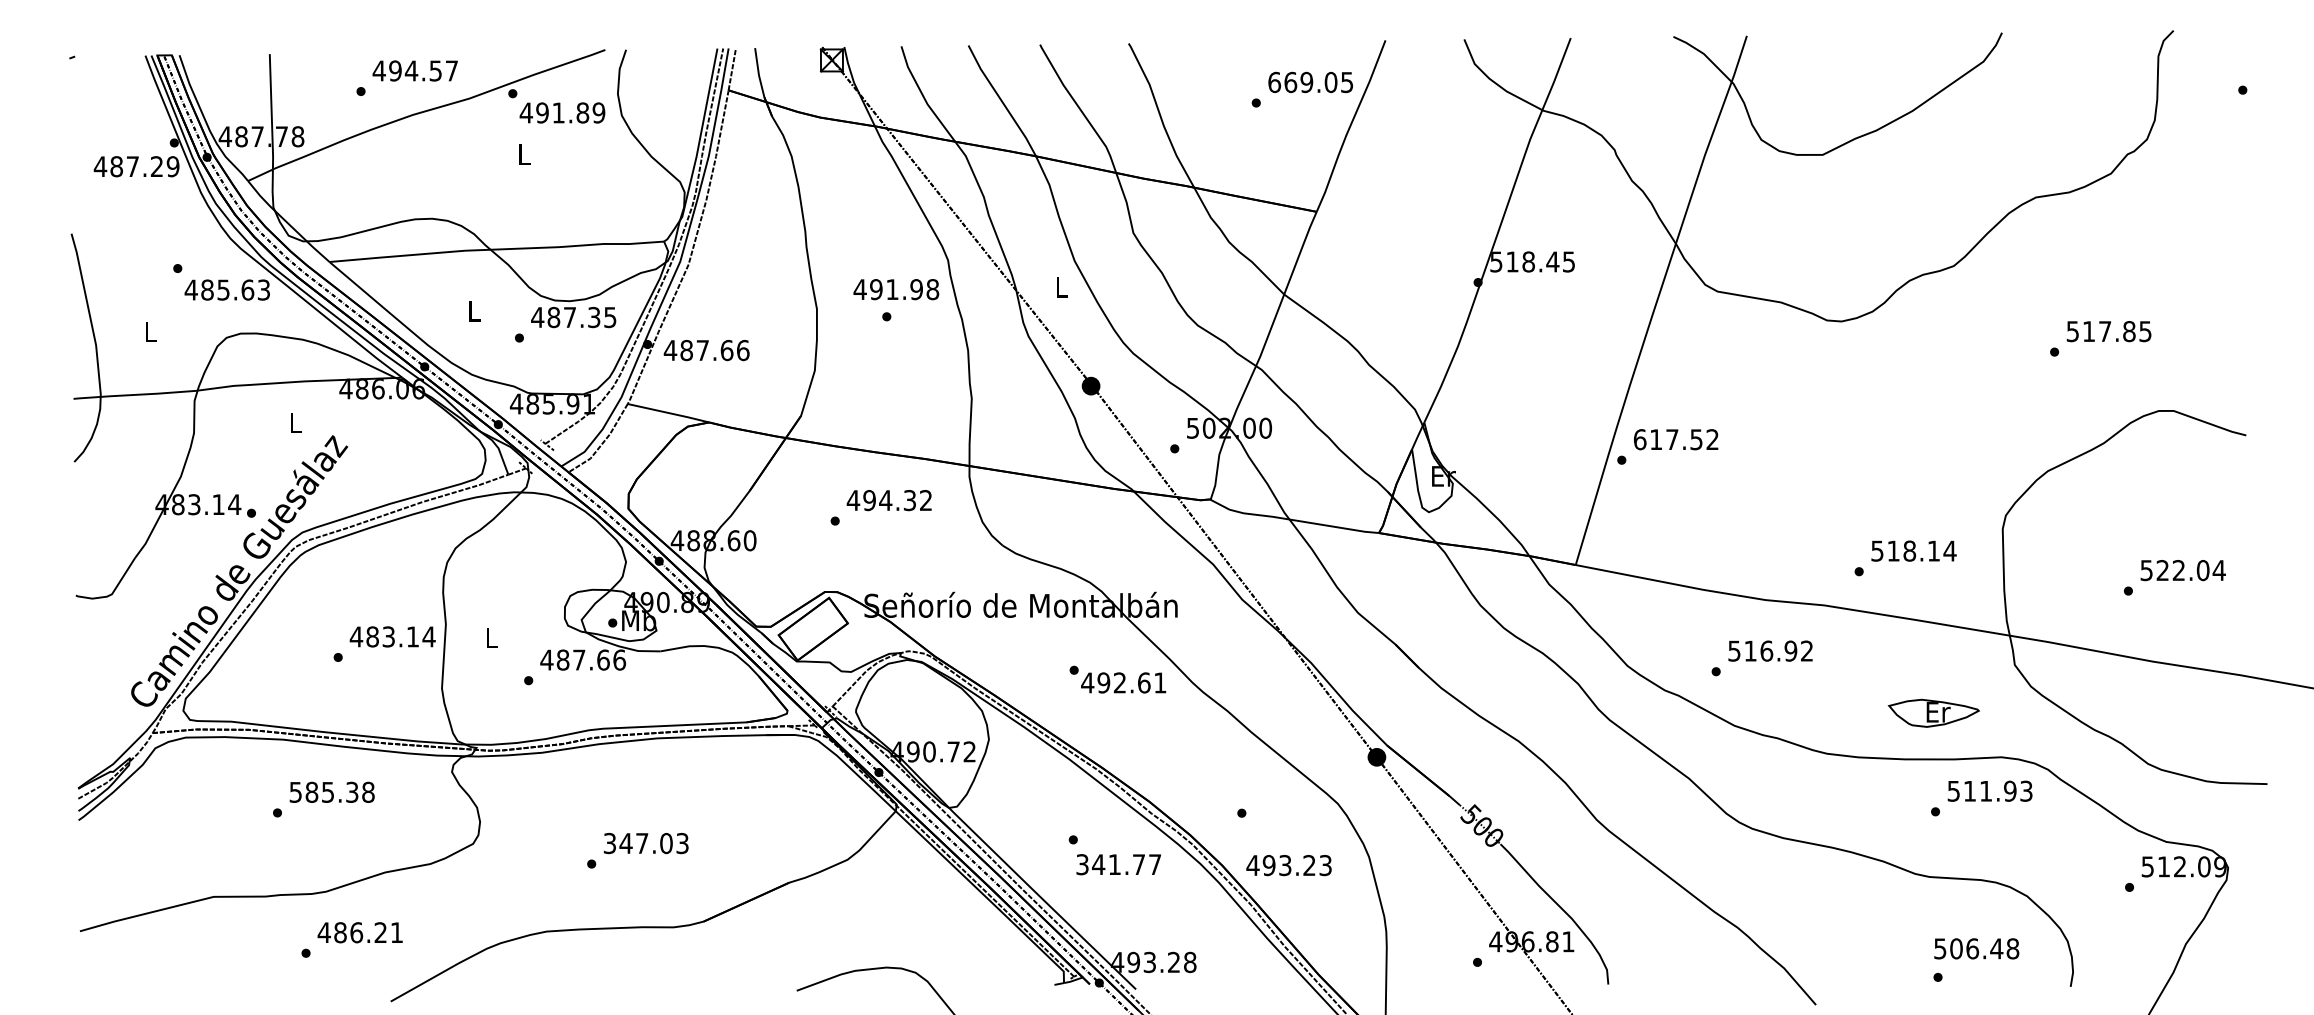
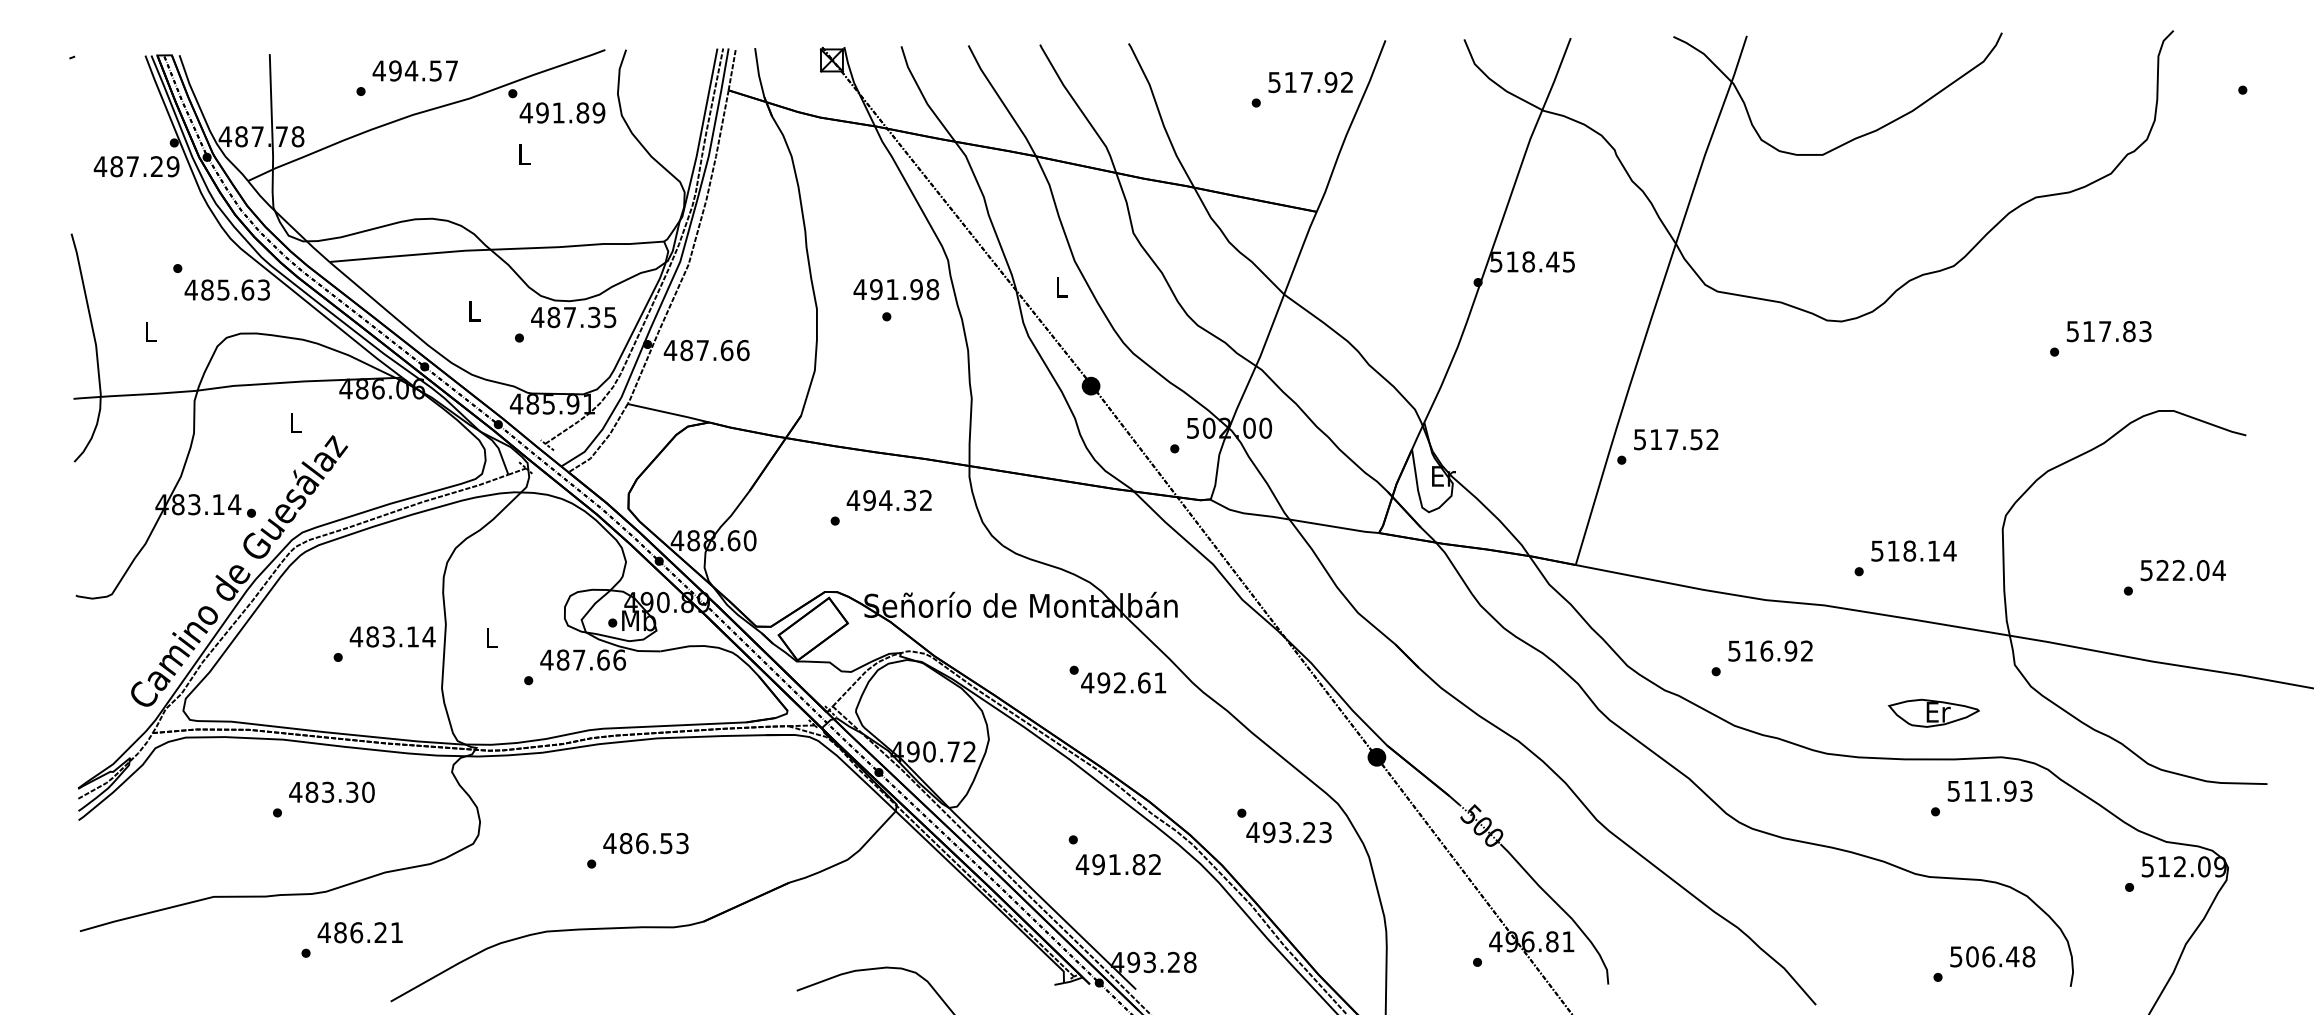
text at (1310, 82): 669.05 -> 517.92
text at (2145, 331): 517.85 -> 517.83
text at (1639, 439): 617.52 -> 517.52
text at (331, 791): 585.38 -> 483.30
text at (637, 843): 347.03 -> 486.53
text at (1118, 864): 341.77 -> 491.82
text at (1288, 865) position: (1288, 865) -> (1288, 832)
text at (1976, 948) position: (1976, 948) -> (1992, 956)
